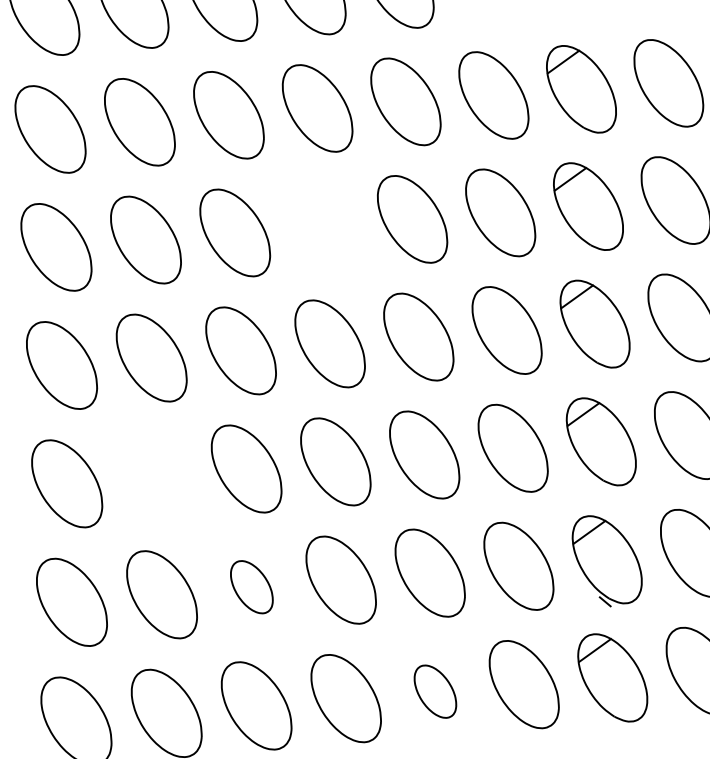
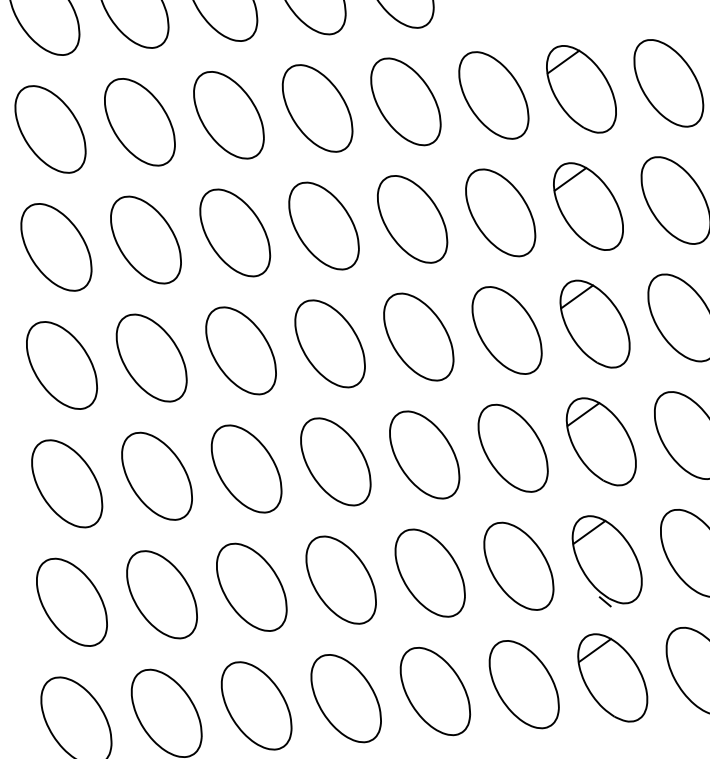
part at (323, 225): none -> present
part at (156, 475): none -> present
part at (251, 587) size: 44x55 px -> 72x90 px
part at (435, 691) size: 45x55 px -> 73x90 px
